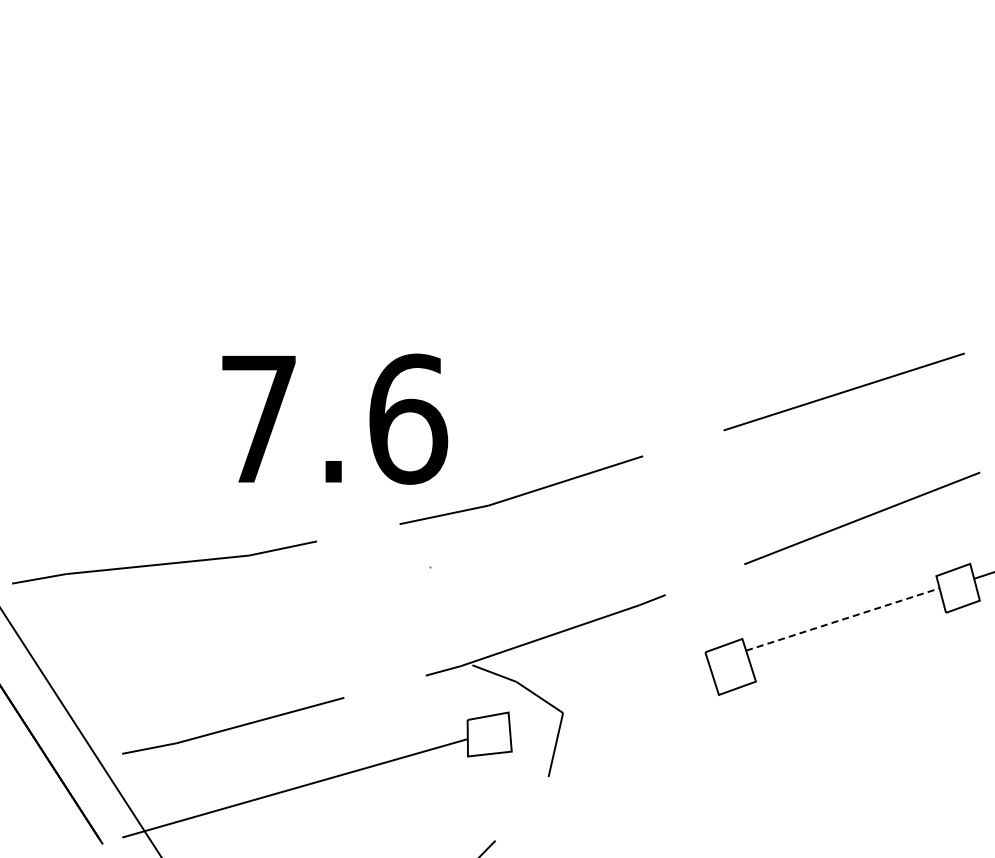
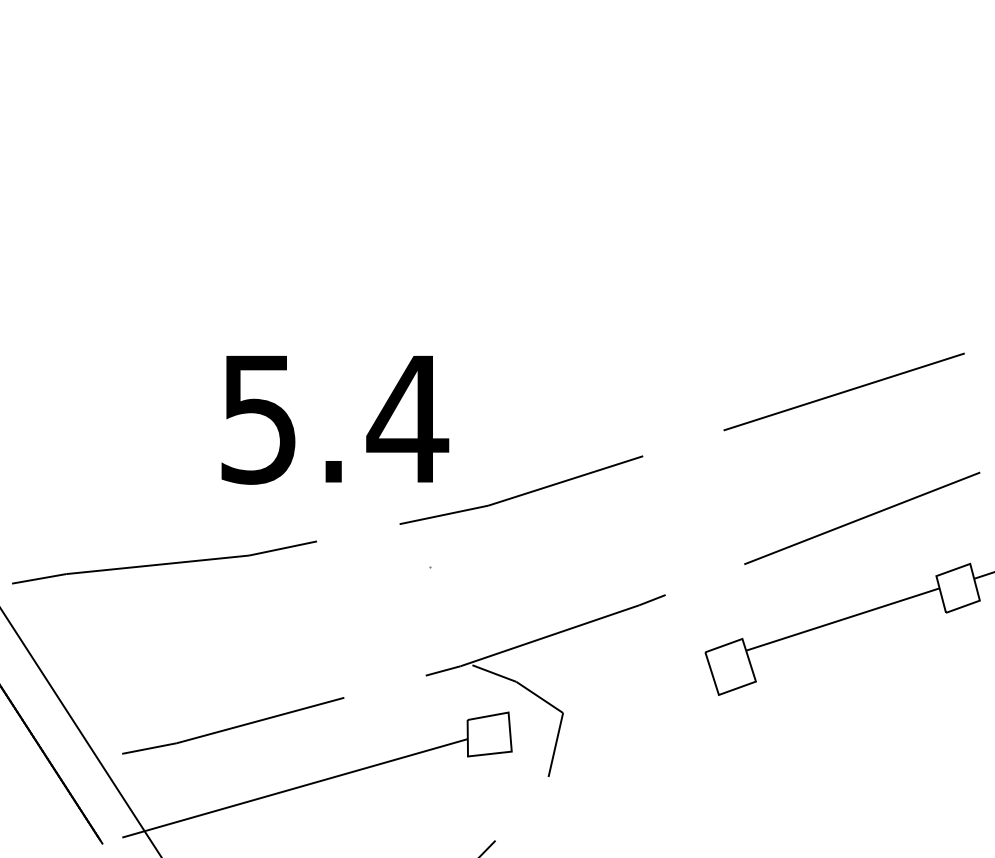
text at (335, 418): 7.6 -> 5.4
line at (842, 619): dashed -> solid
